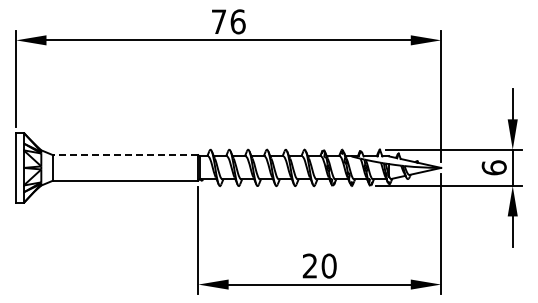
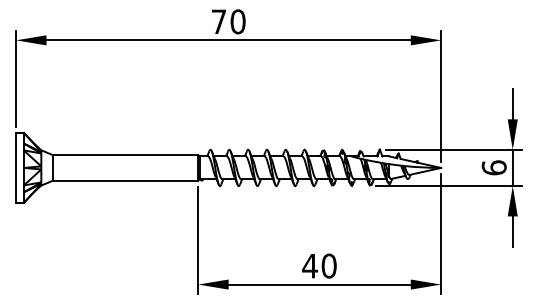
text at (237, 21): 76 -> 70
line at (125, 155): dashed -> solid
text at (309, 265): 20 -> 40
